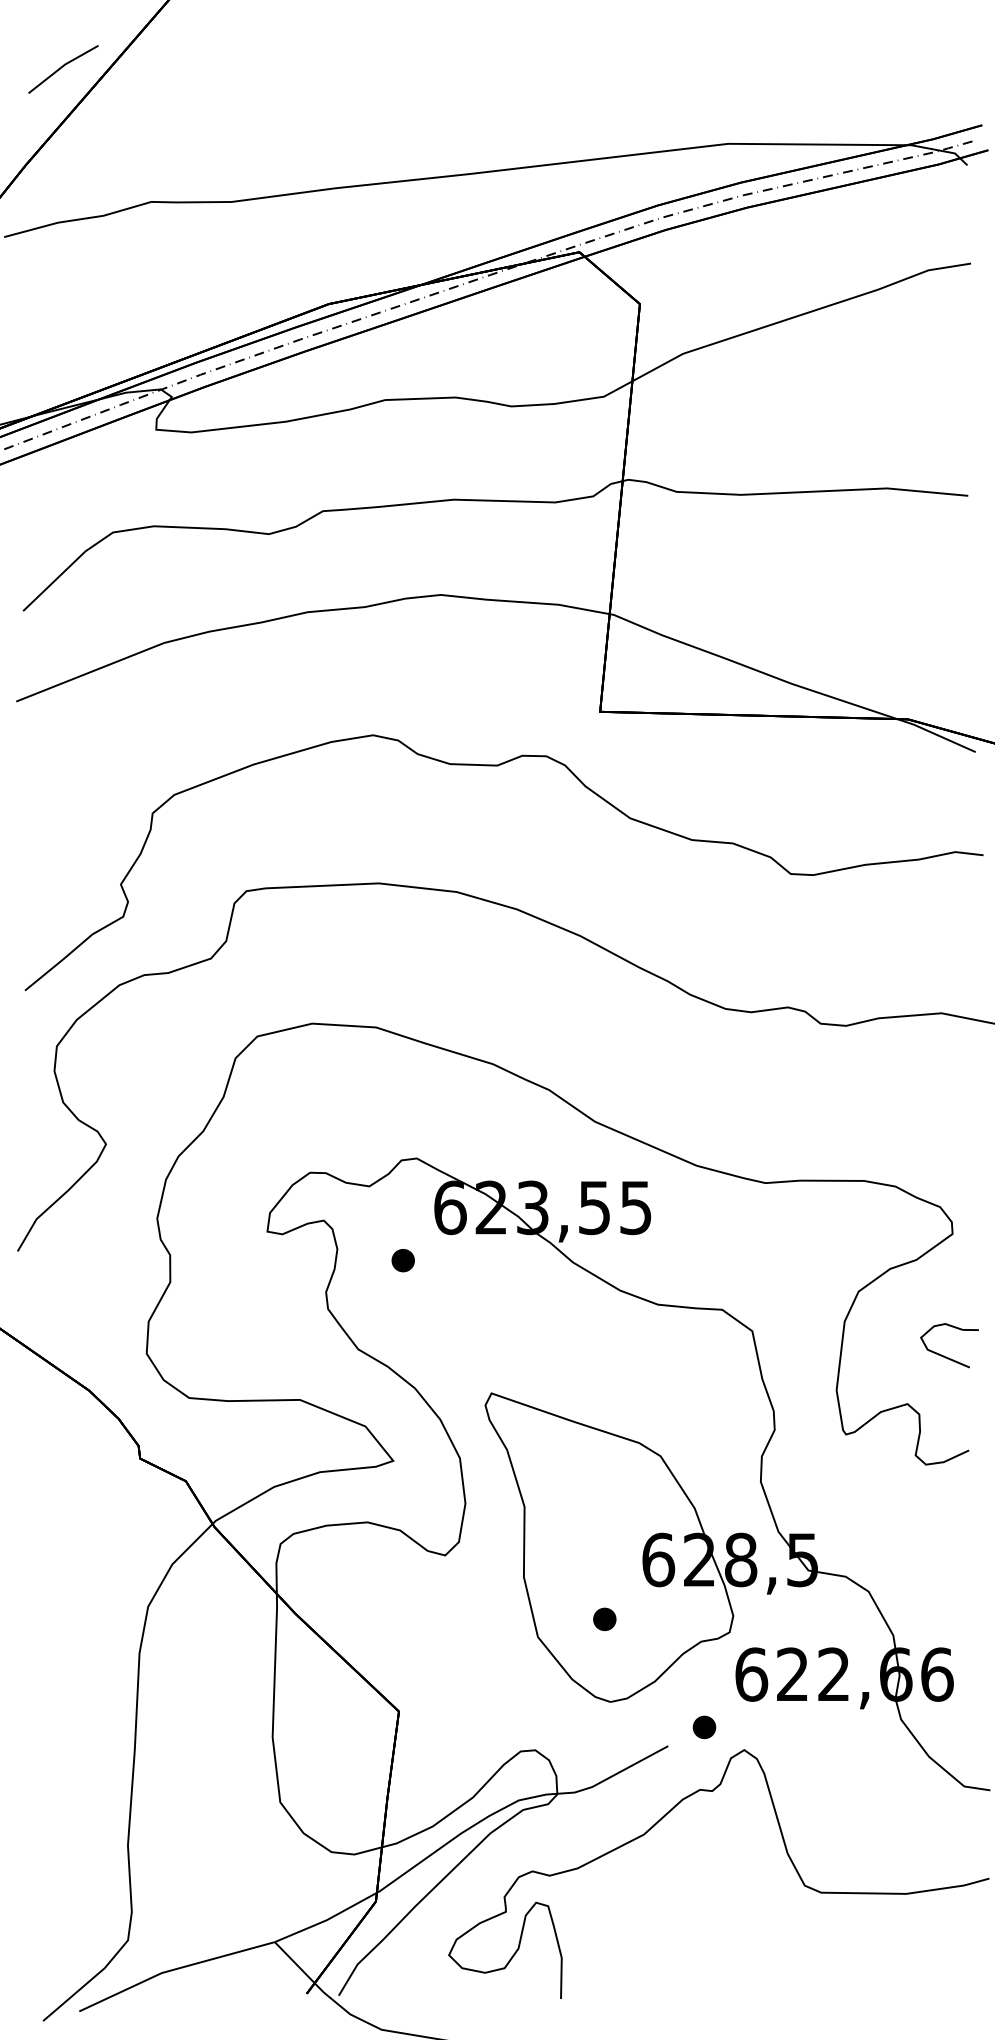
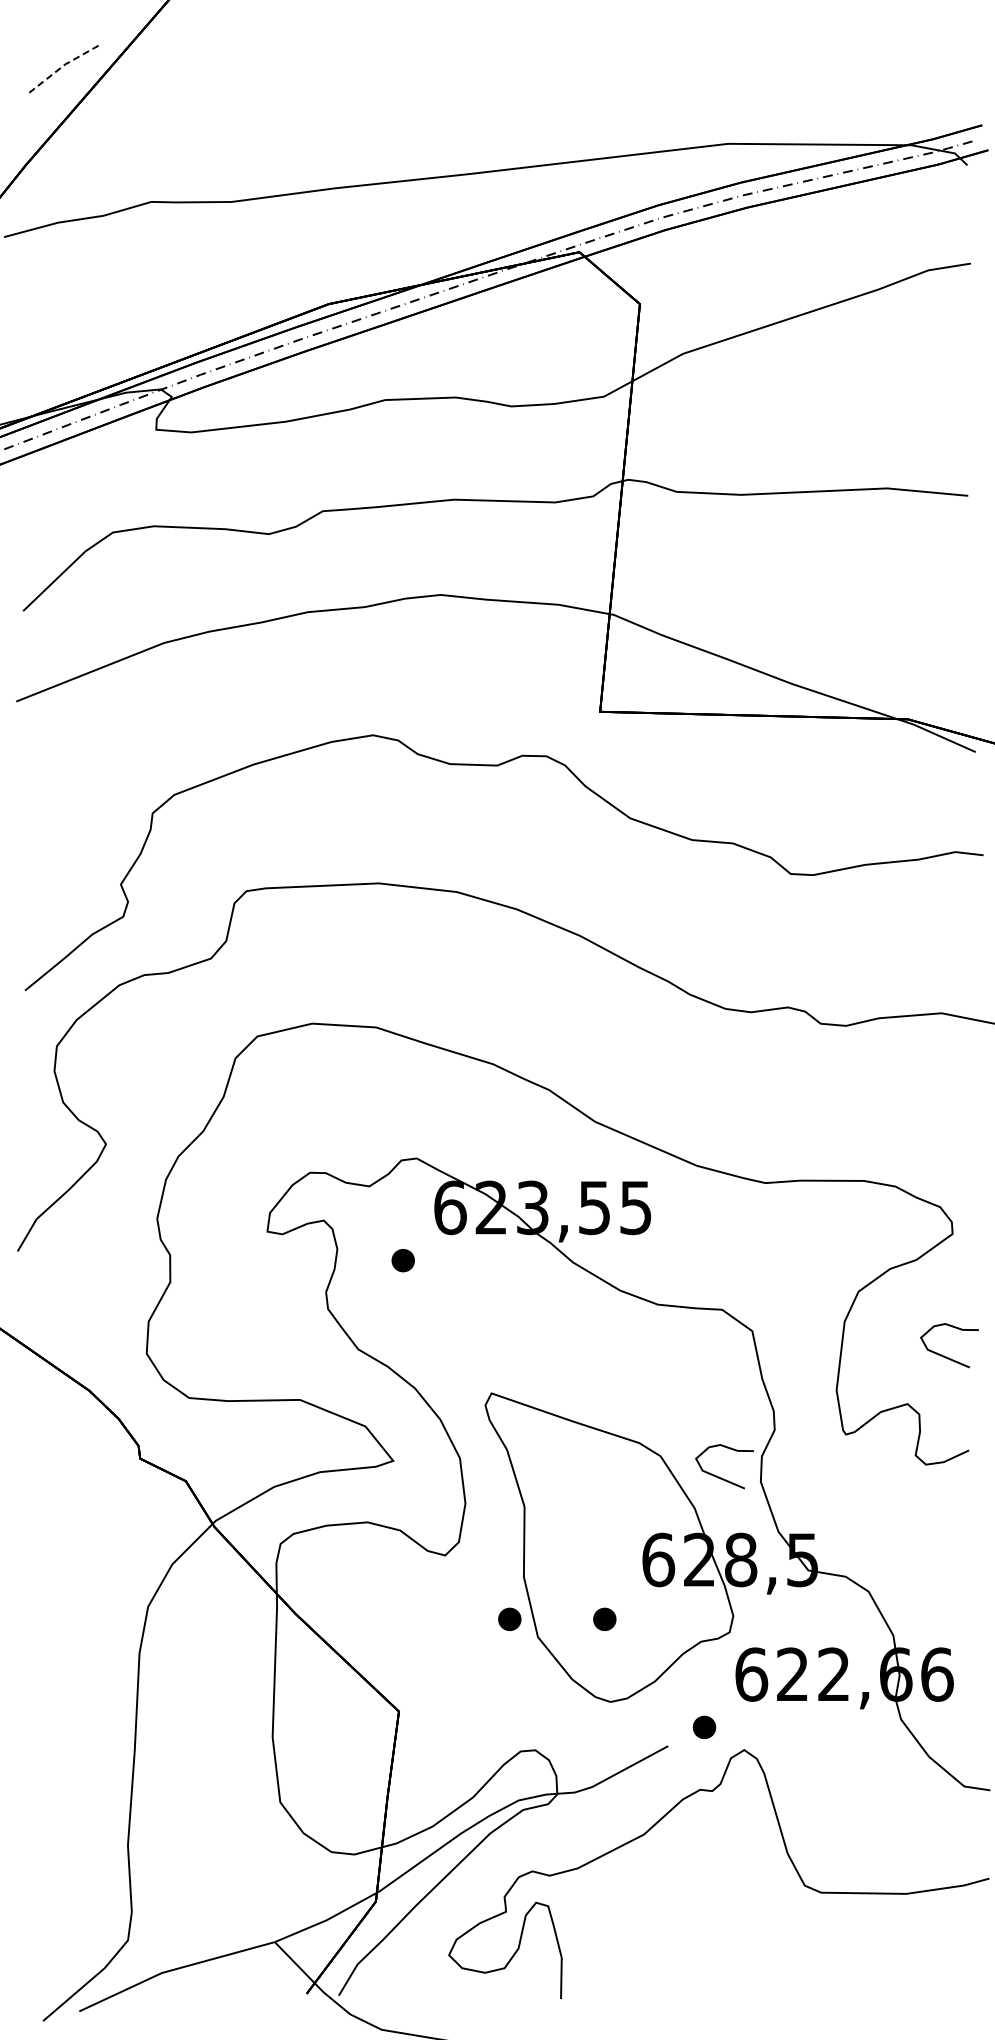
line at (62, 66): solid -> dashed
curve at (719, 1476): none -> present
part at (509, 1619): none -> present
